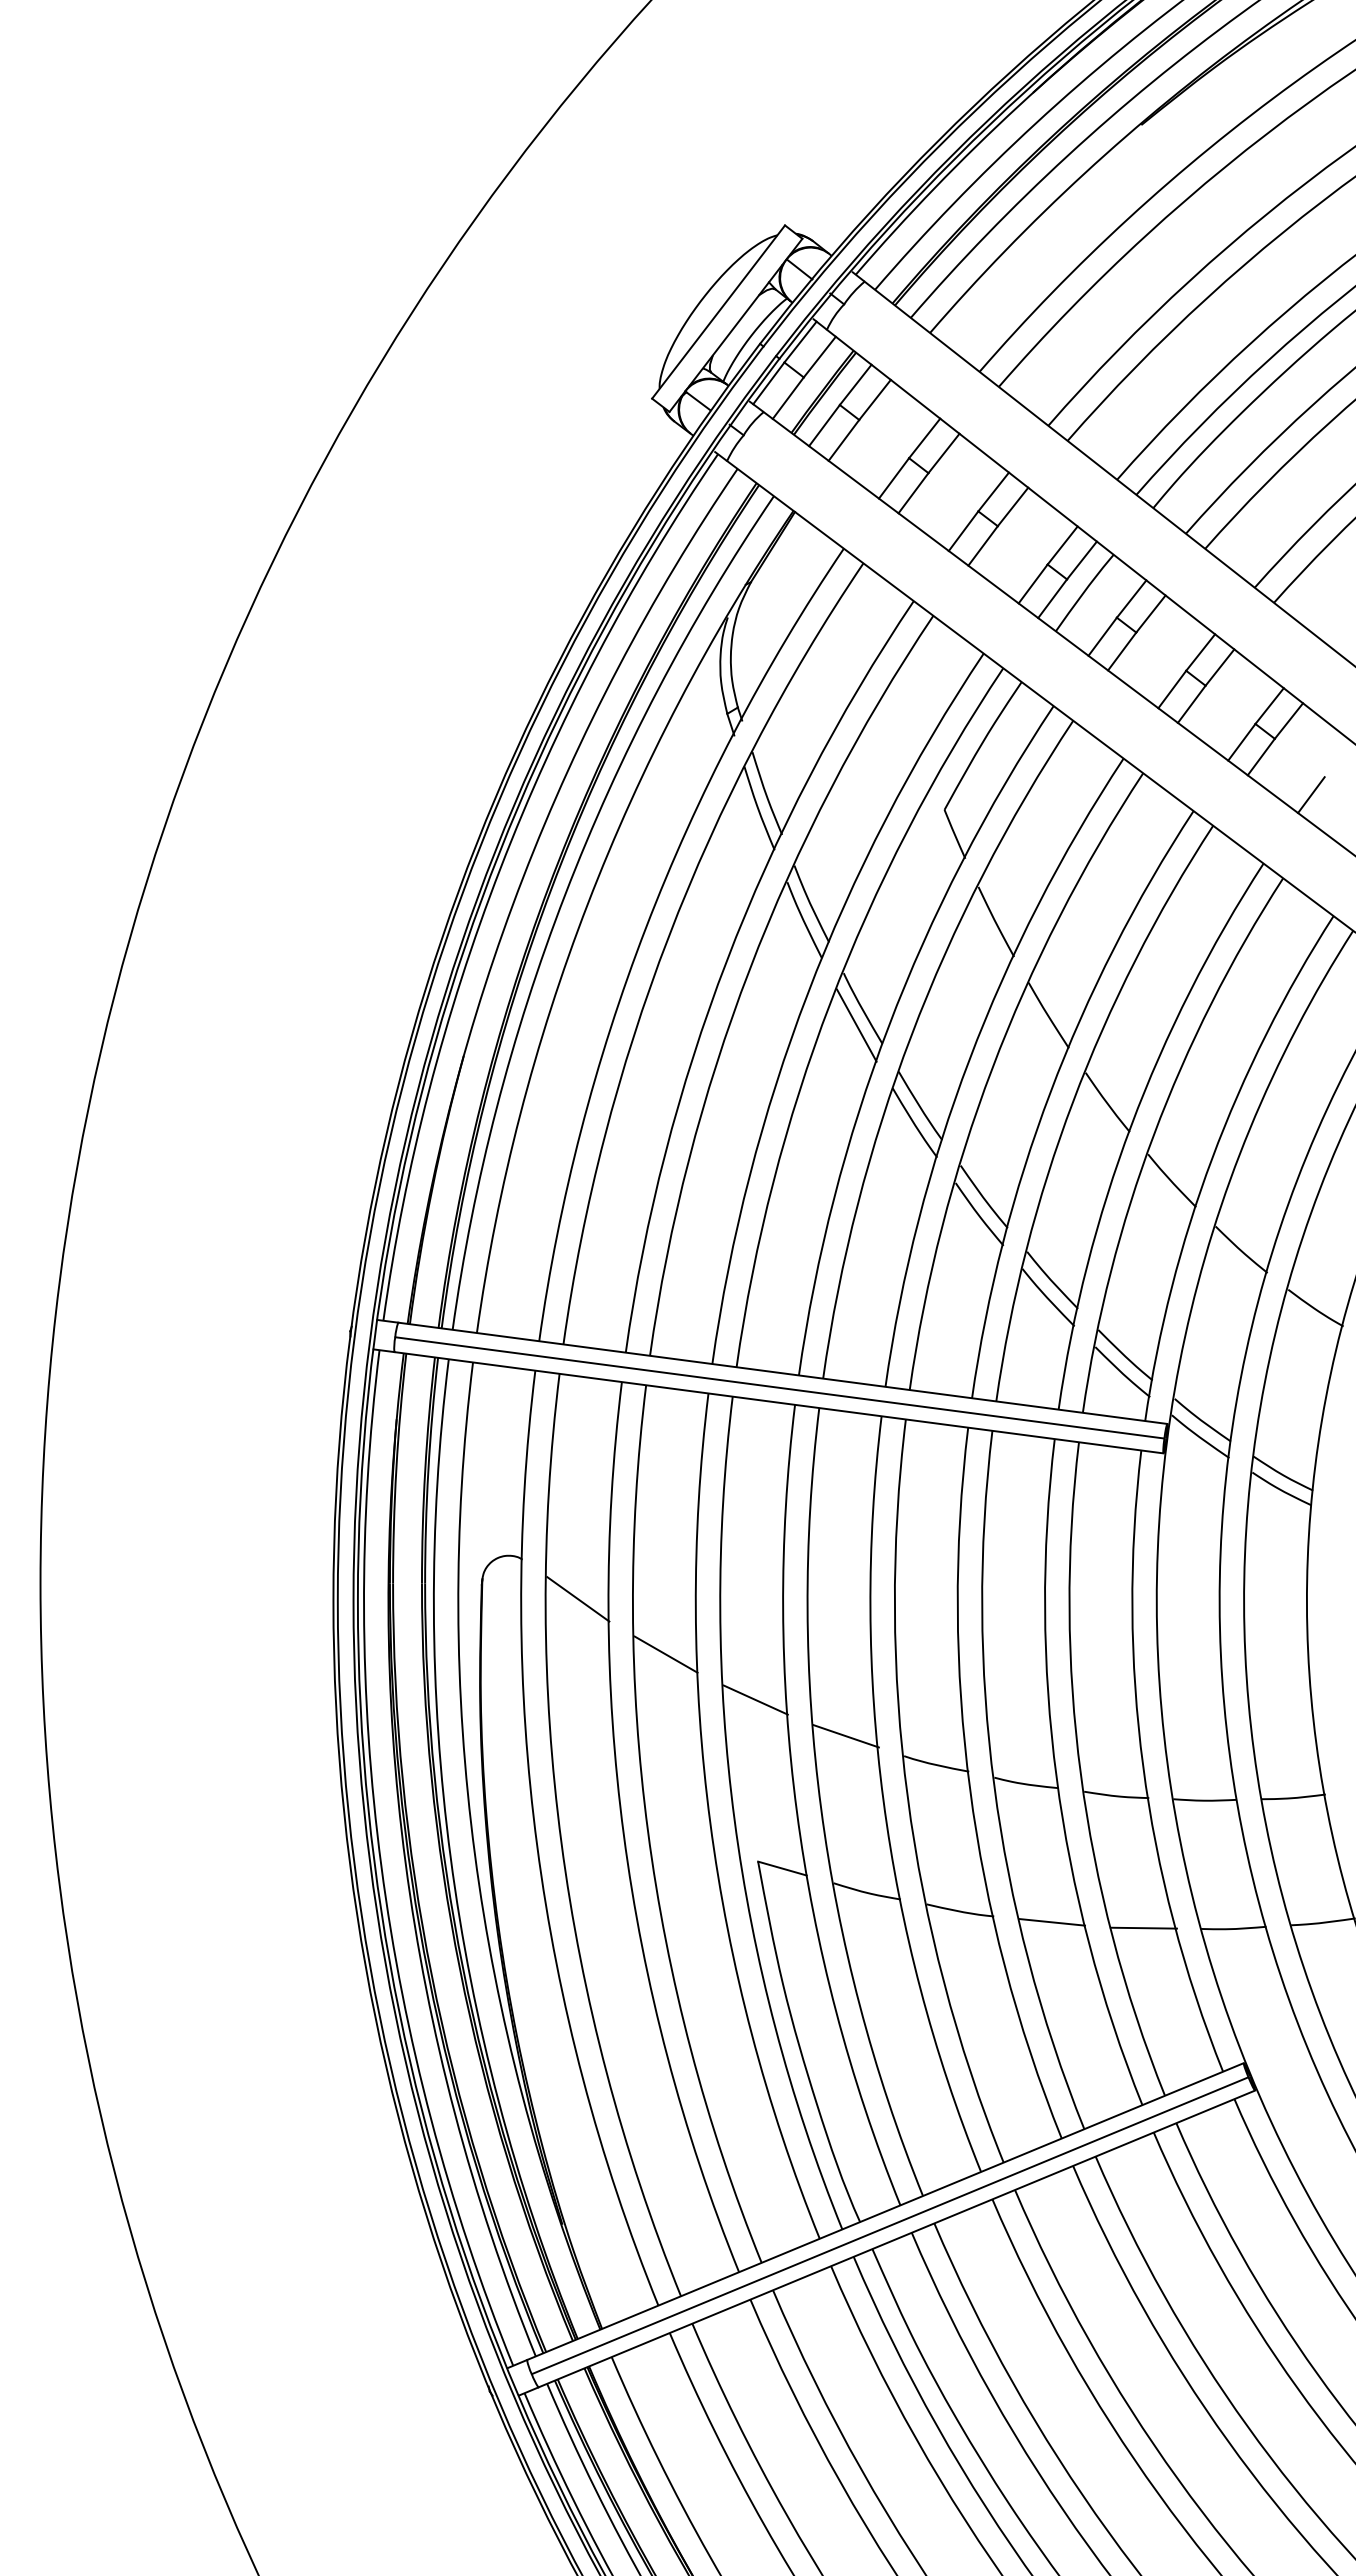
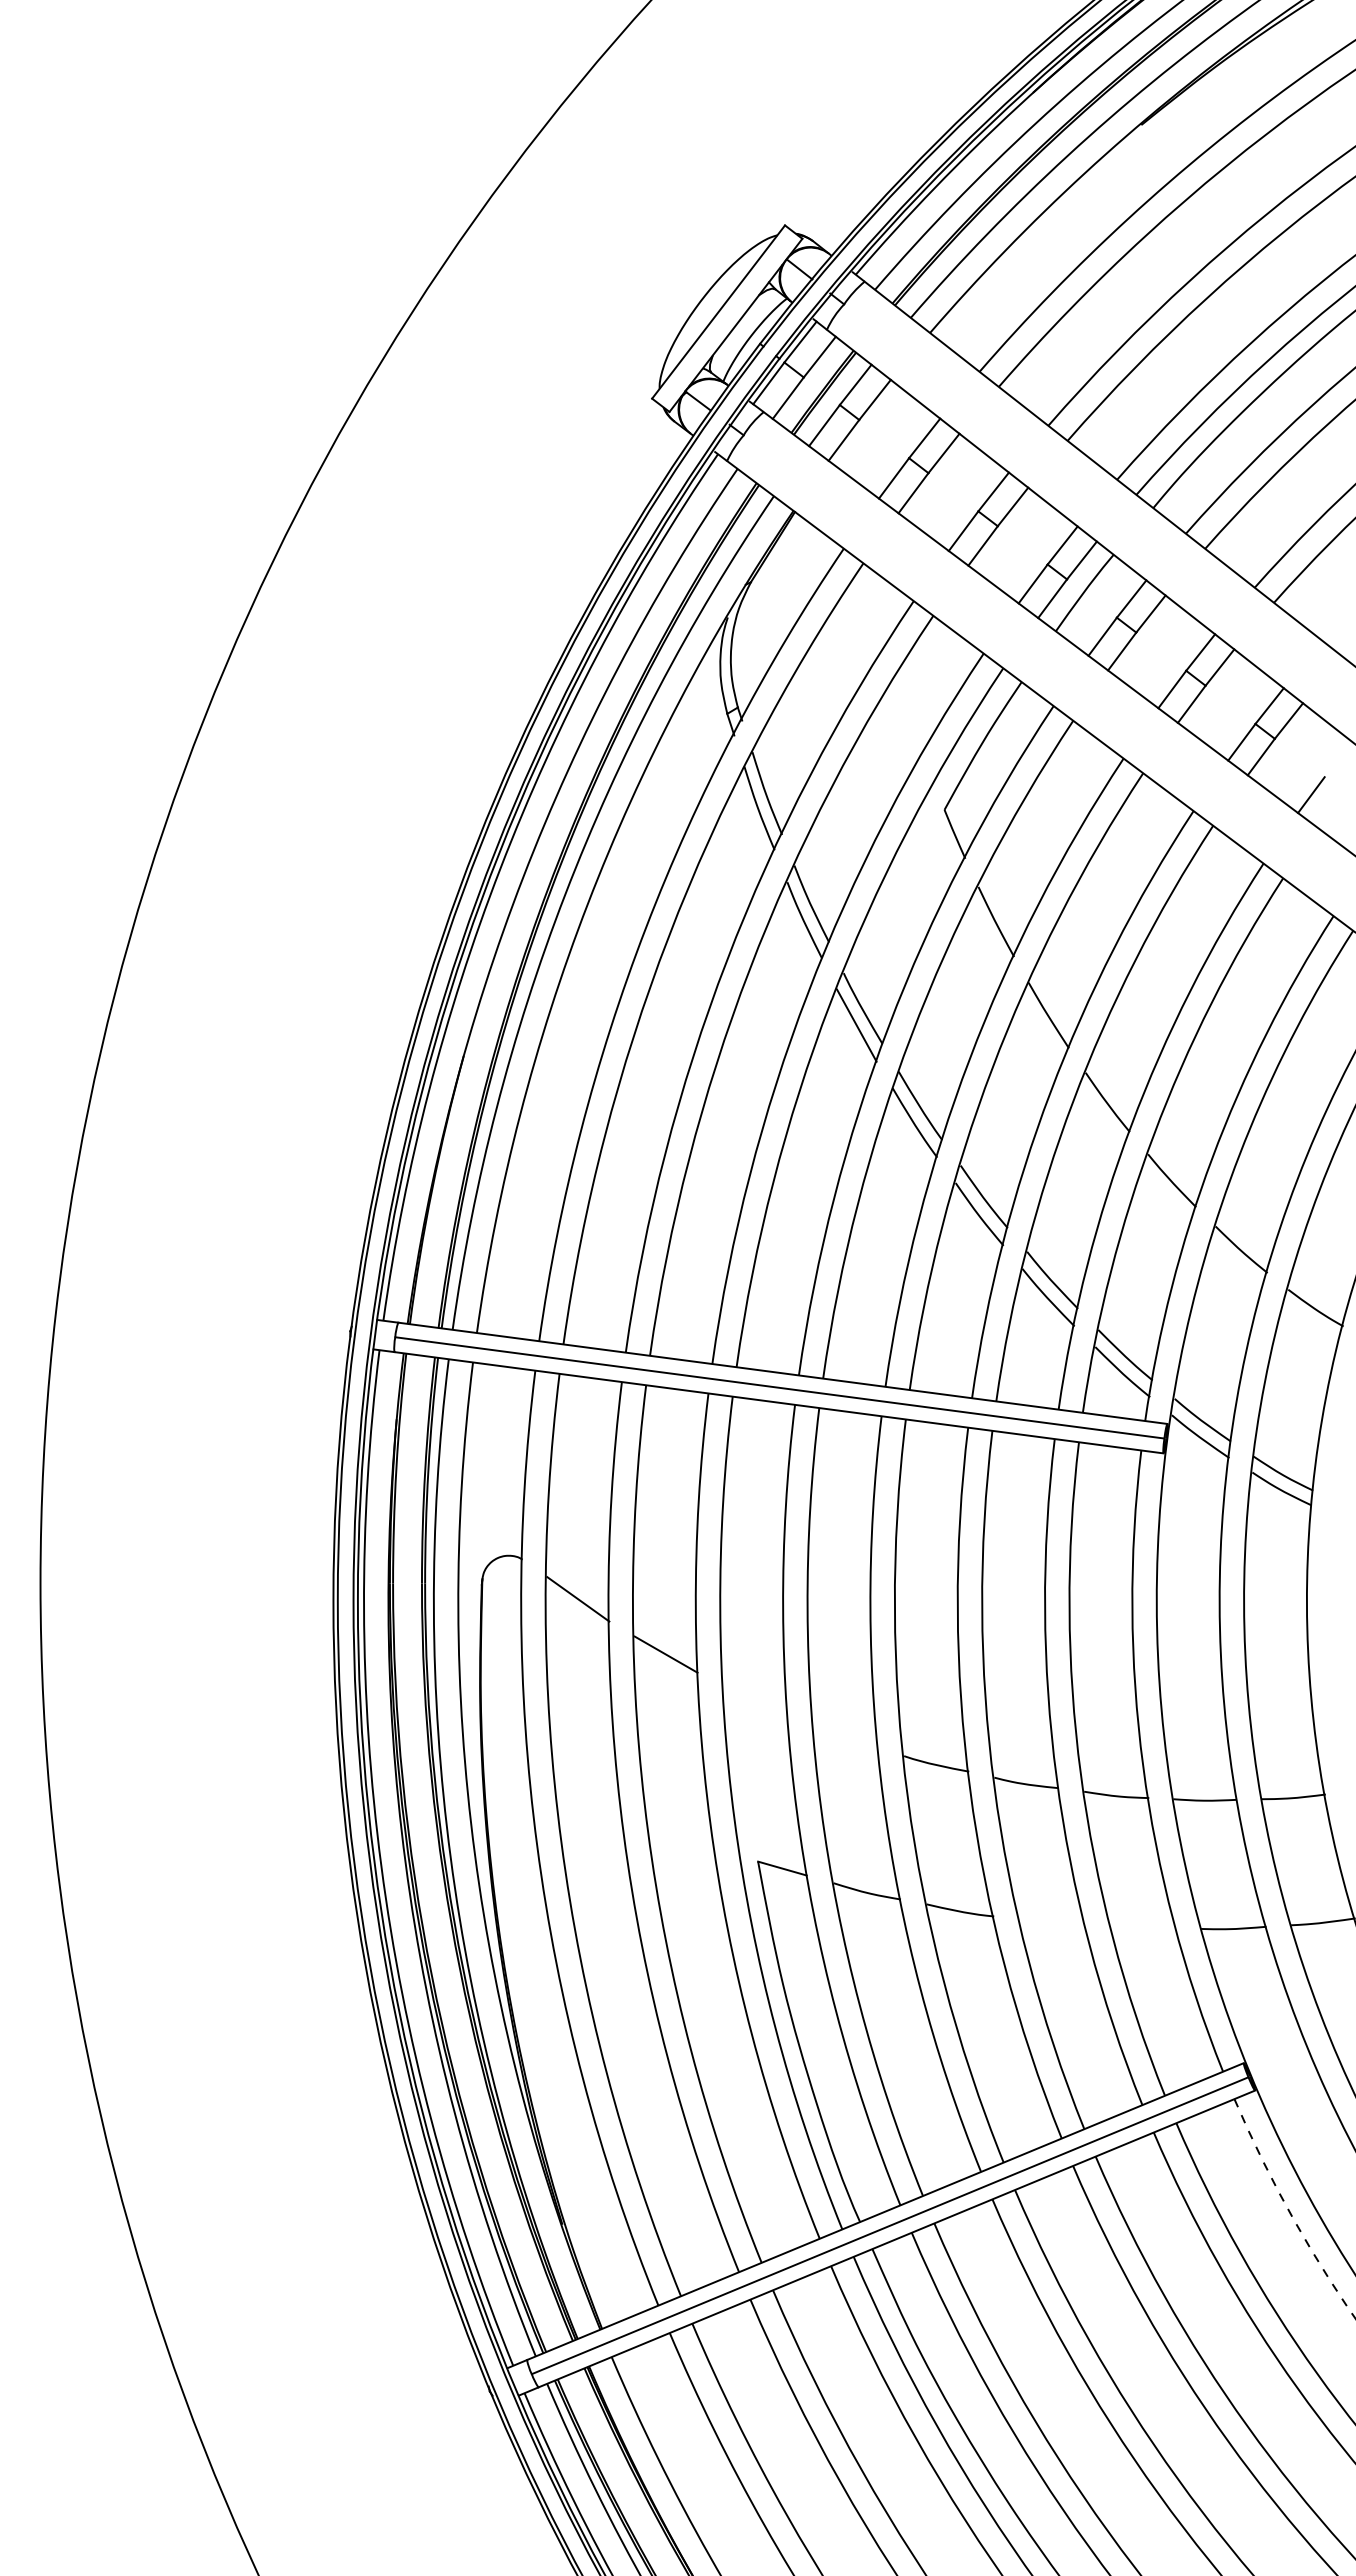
line at (755, 1699): present -> none
line at (845, 1736): present -> none
line at (1052, 1922): present -> none
line at (1143, 1927): present -> none
arc at (1289, 2212): solid -> dashed
